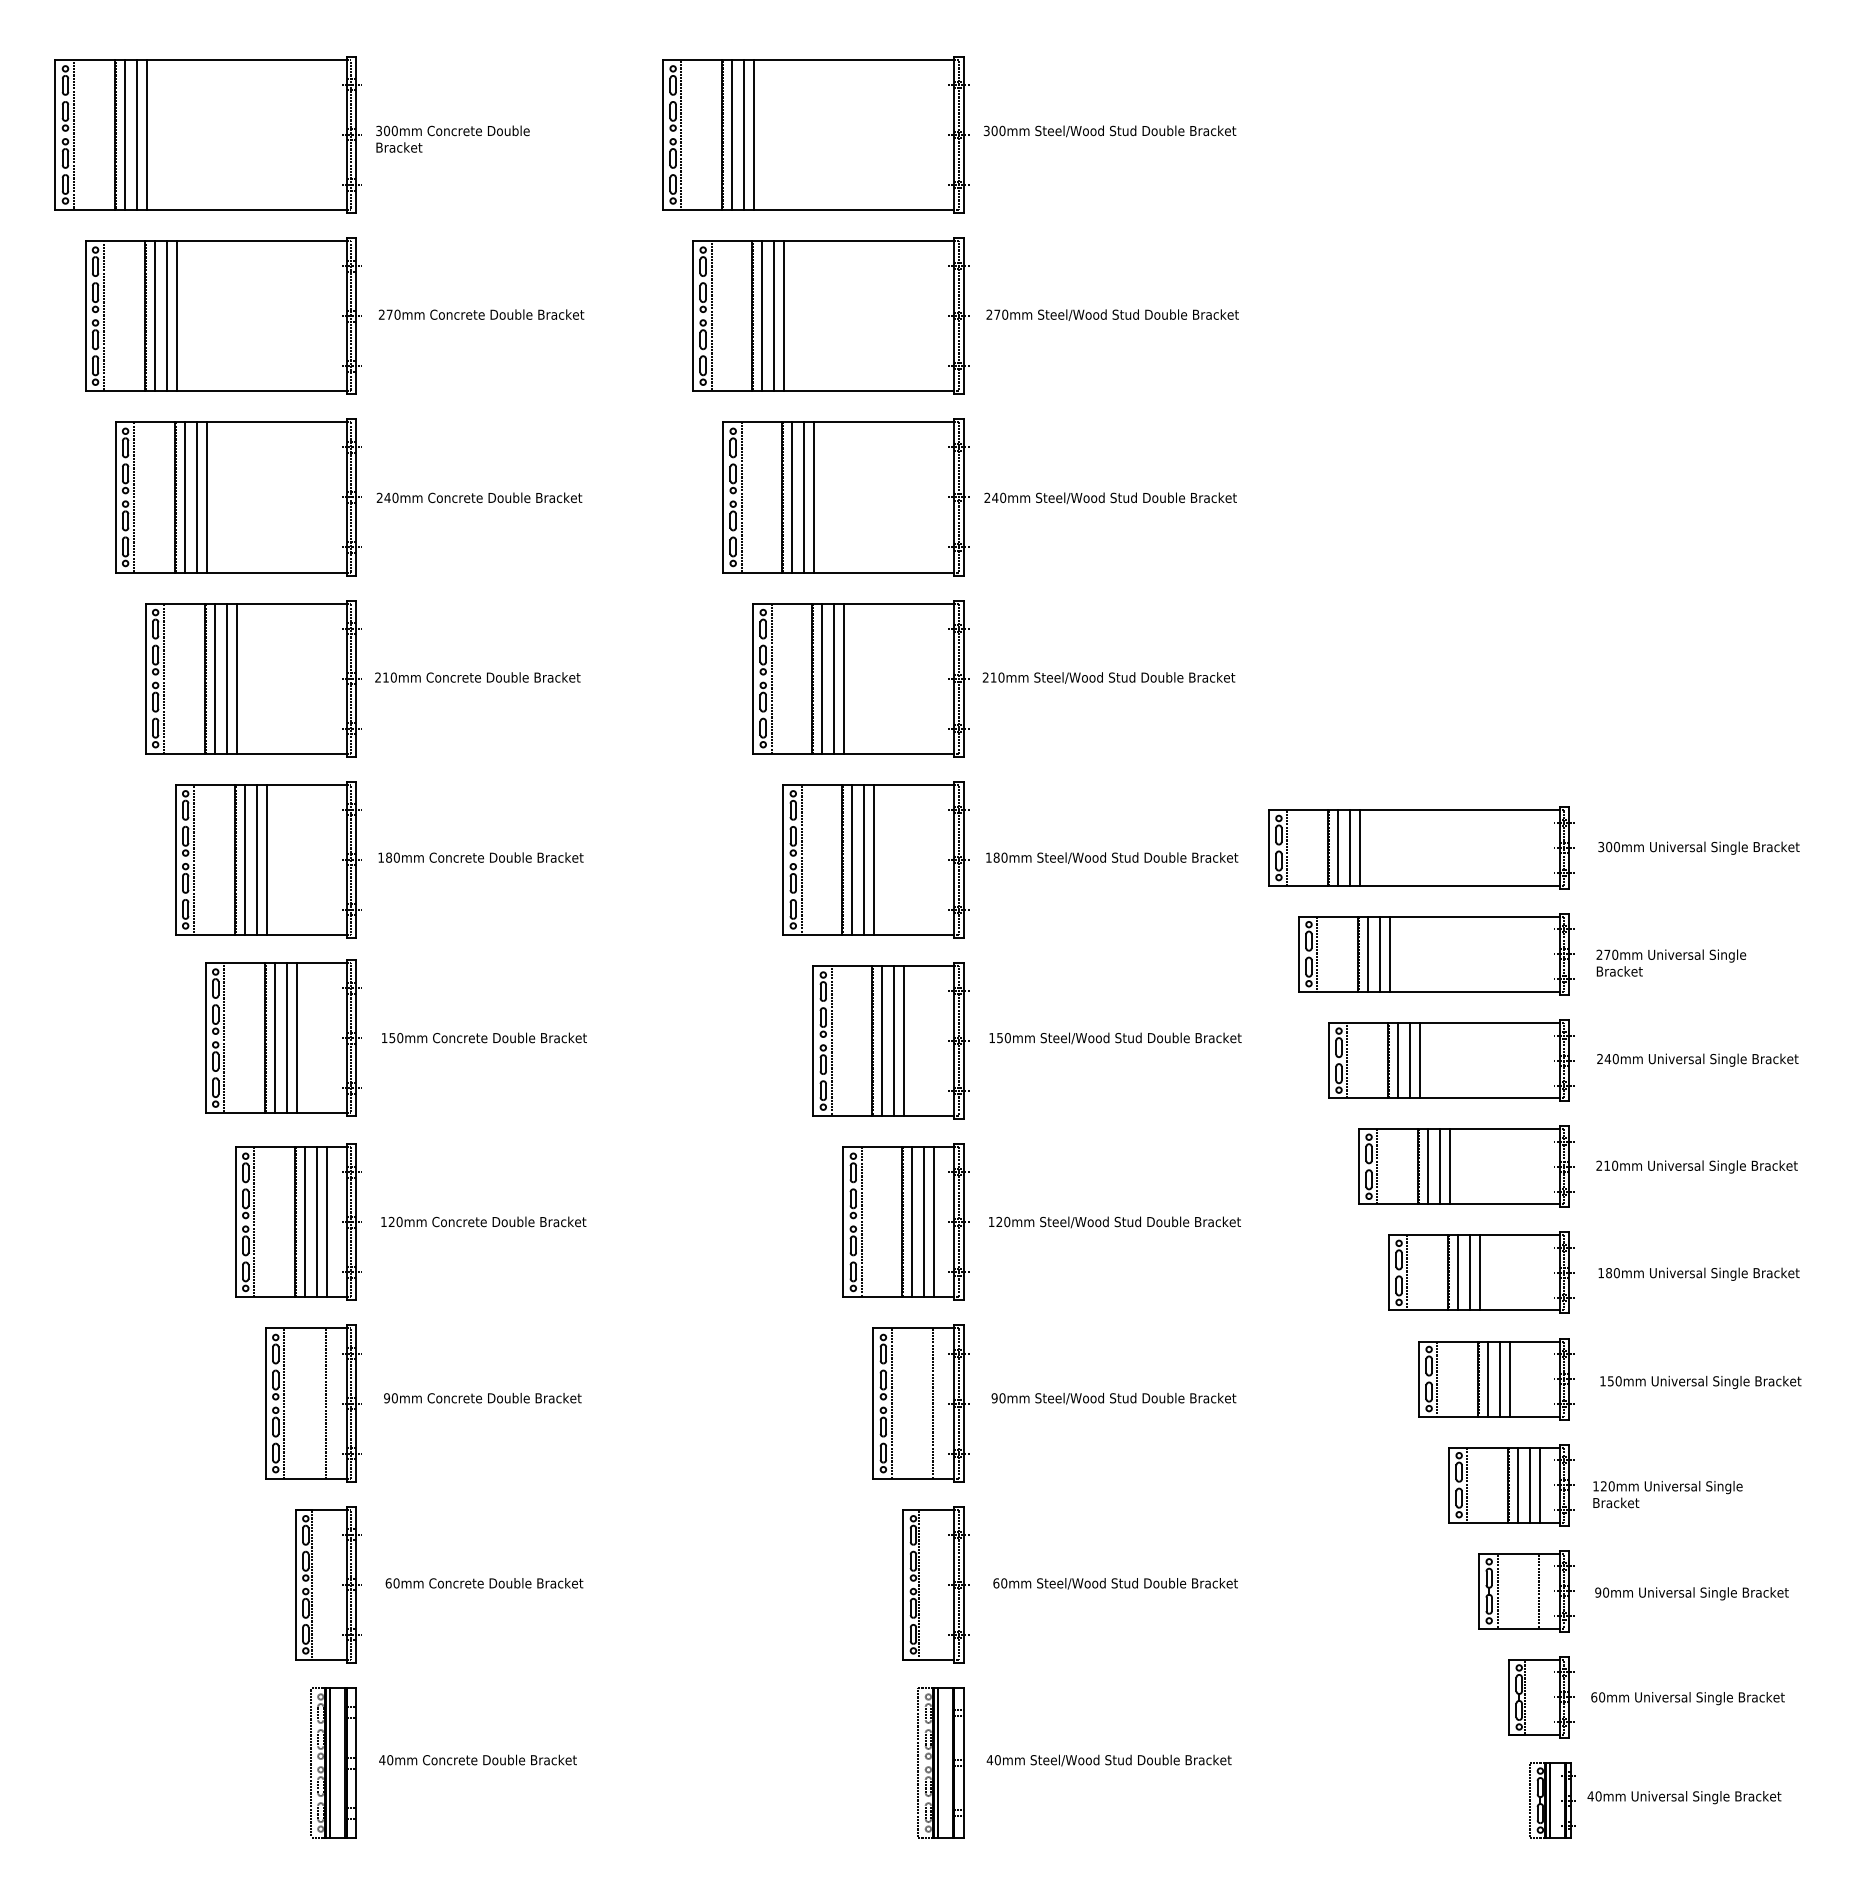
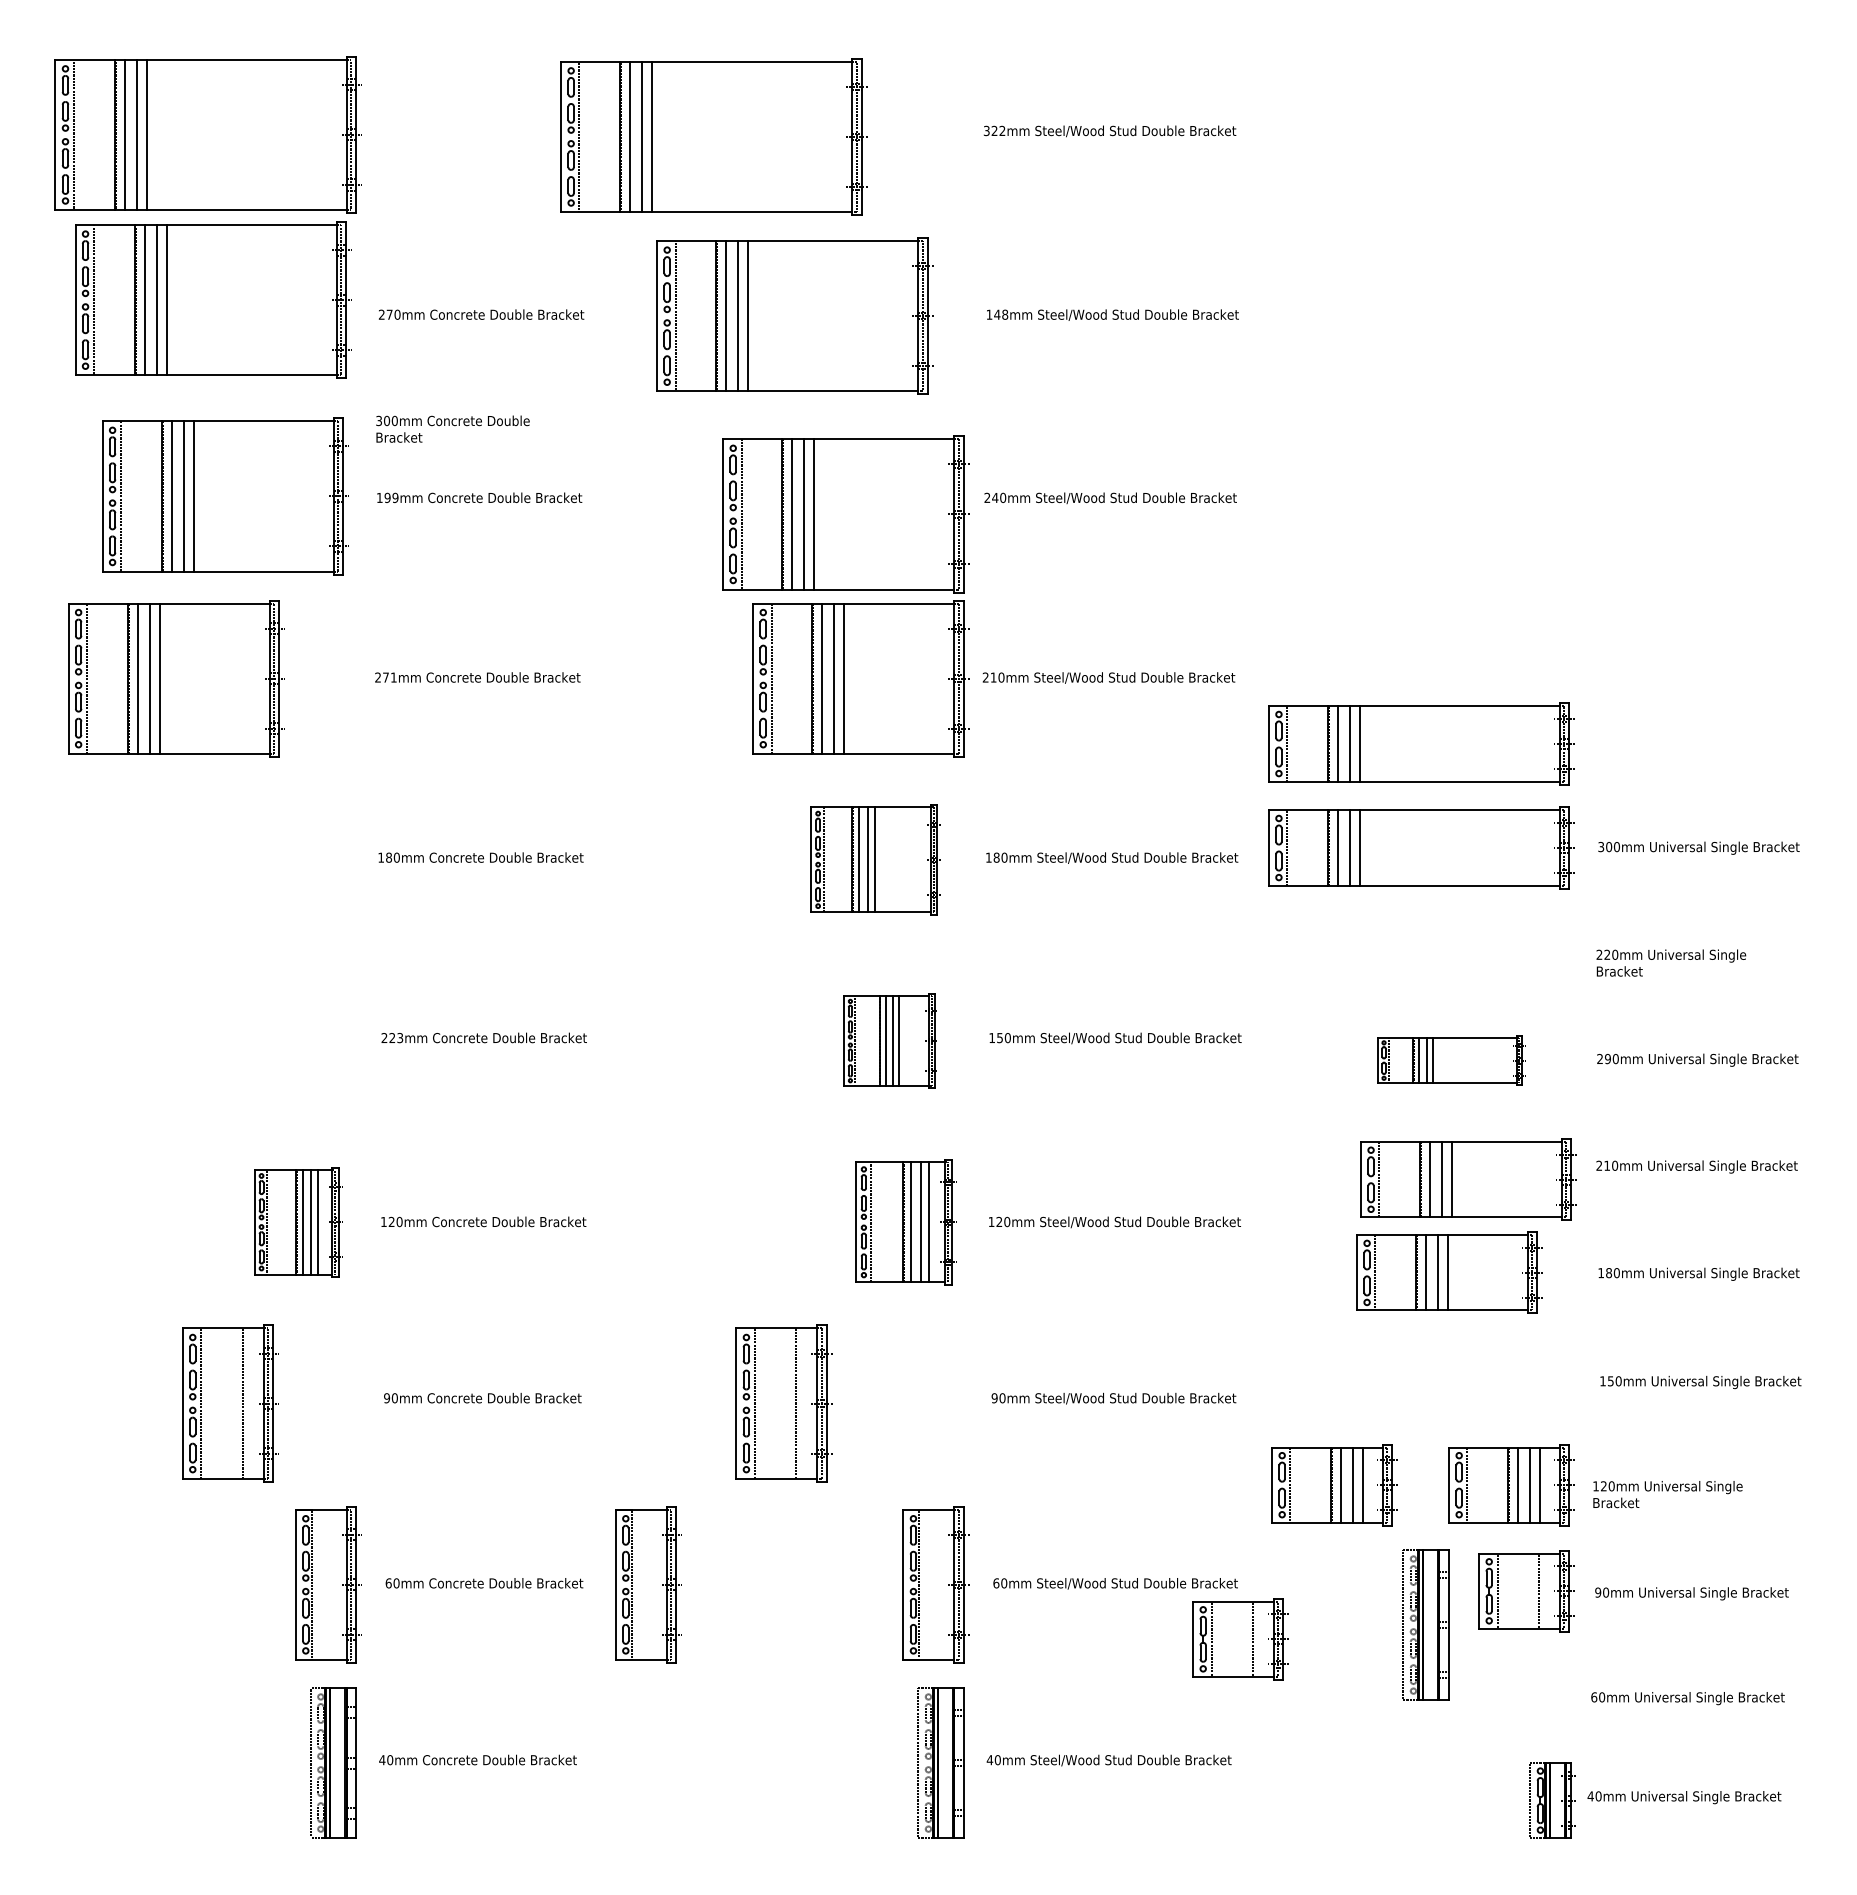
text at (998, 130): 300mm -> 322mm
part at (815, 134) position: (815, 134) -> (713, 136)
text at (452, 138) position: (452, 138) -> (452, 428)
text at (997, 314): 270mm -> 148mm
part at (223, 315) position: (223, 315) -> (213, 299)
part at (830, 315) position: (830, 315) -> (794, 315)
part at (238, 497) position: (238, 497) -> (225, 496)
text at (387, 497): 240mm -> 199mm
part at (845, 497) position: (845, 497) -> (845, 514)
text at (389, 677): 210mm -> 271mm
part at (253, 678) position: (253, 678) -> (176, 678)
part at (1421, 743): none -> present
part at (268, 859): present -> none
part at (875, 859) size: 188x158 px -> 131x112 px
part at (1436, 954): present -> none
text at (1607, 954): 270mm -> 220mm
part at (283, 1037): present -> none
text at (392, 1038): 150mm -> 223mm
part at (890, 1040) size: 158x158 px -> 94x96 px
text at (1607, 1059): 240mm -> 290mm
part at (1451, 1060) size: 247x83 px -> 149x51 px
part at (1466, 1166) position: (1466, 1166) -> (1468, 1179)
part at (298, 1221) size: 127x158 px -> 89x111 px
part at (905, 1221) size: 128x158 px -> 102x127 px
part at (1481, 1272) position: (1481, 1272) -> (1449, 1272)
part at (1496, 1379): present -> none
part at (313, 1403) position: (313, 1403) -> (230, 1403)
part at (920, 1403) position: (920, 1403) -> (783, 1403)
part at (1334, 1485): none -> present
part at (648, 1584): none -> present
part at (1425, 1624): none -> present
part at (1240, 1639): none -> present
part at (1541, 1697): present -> none
